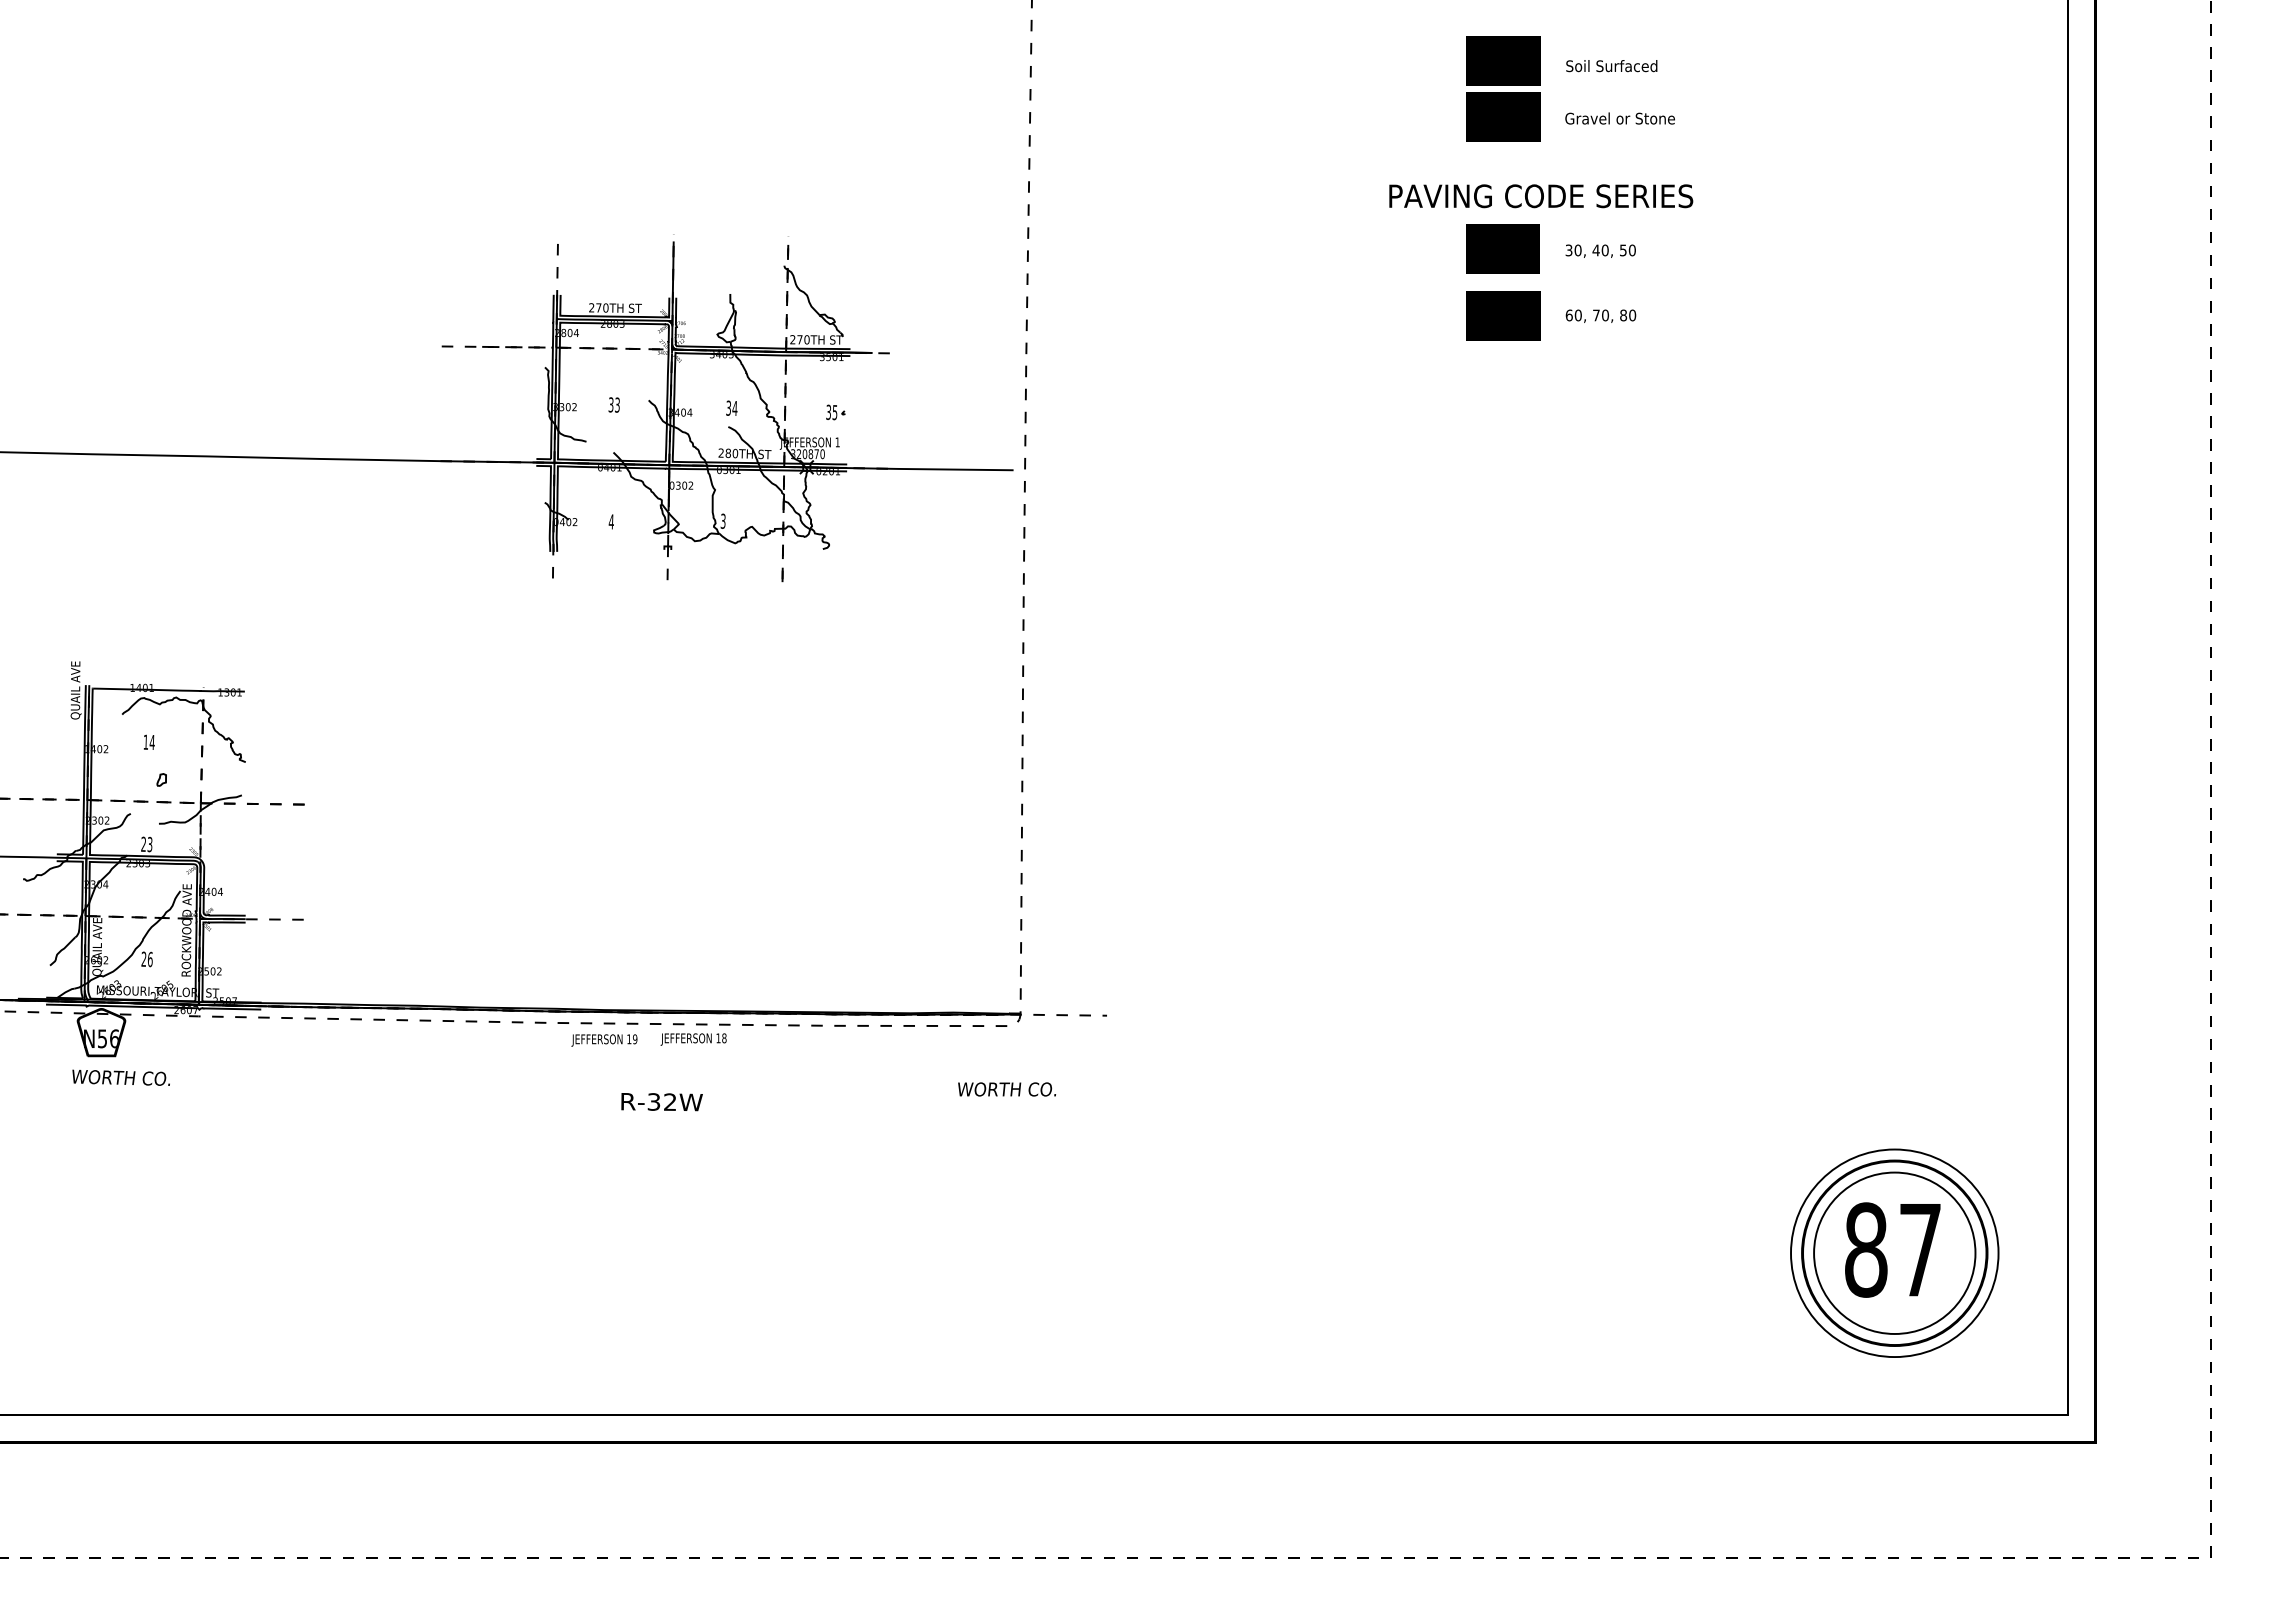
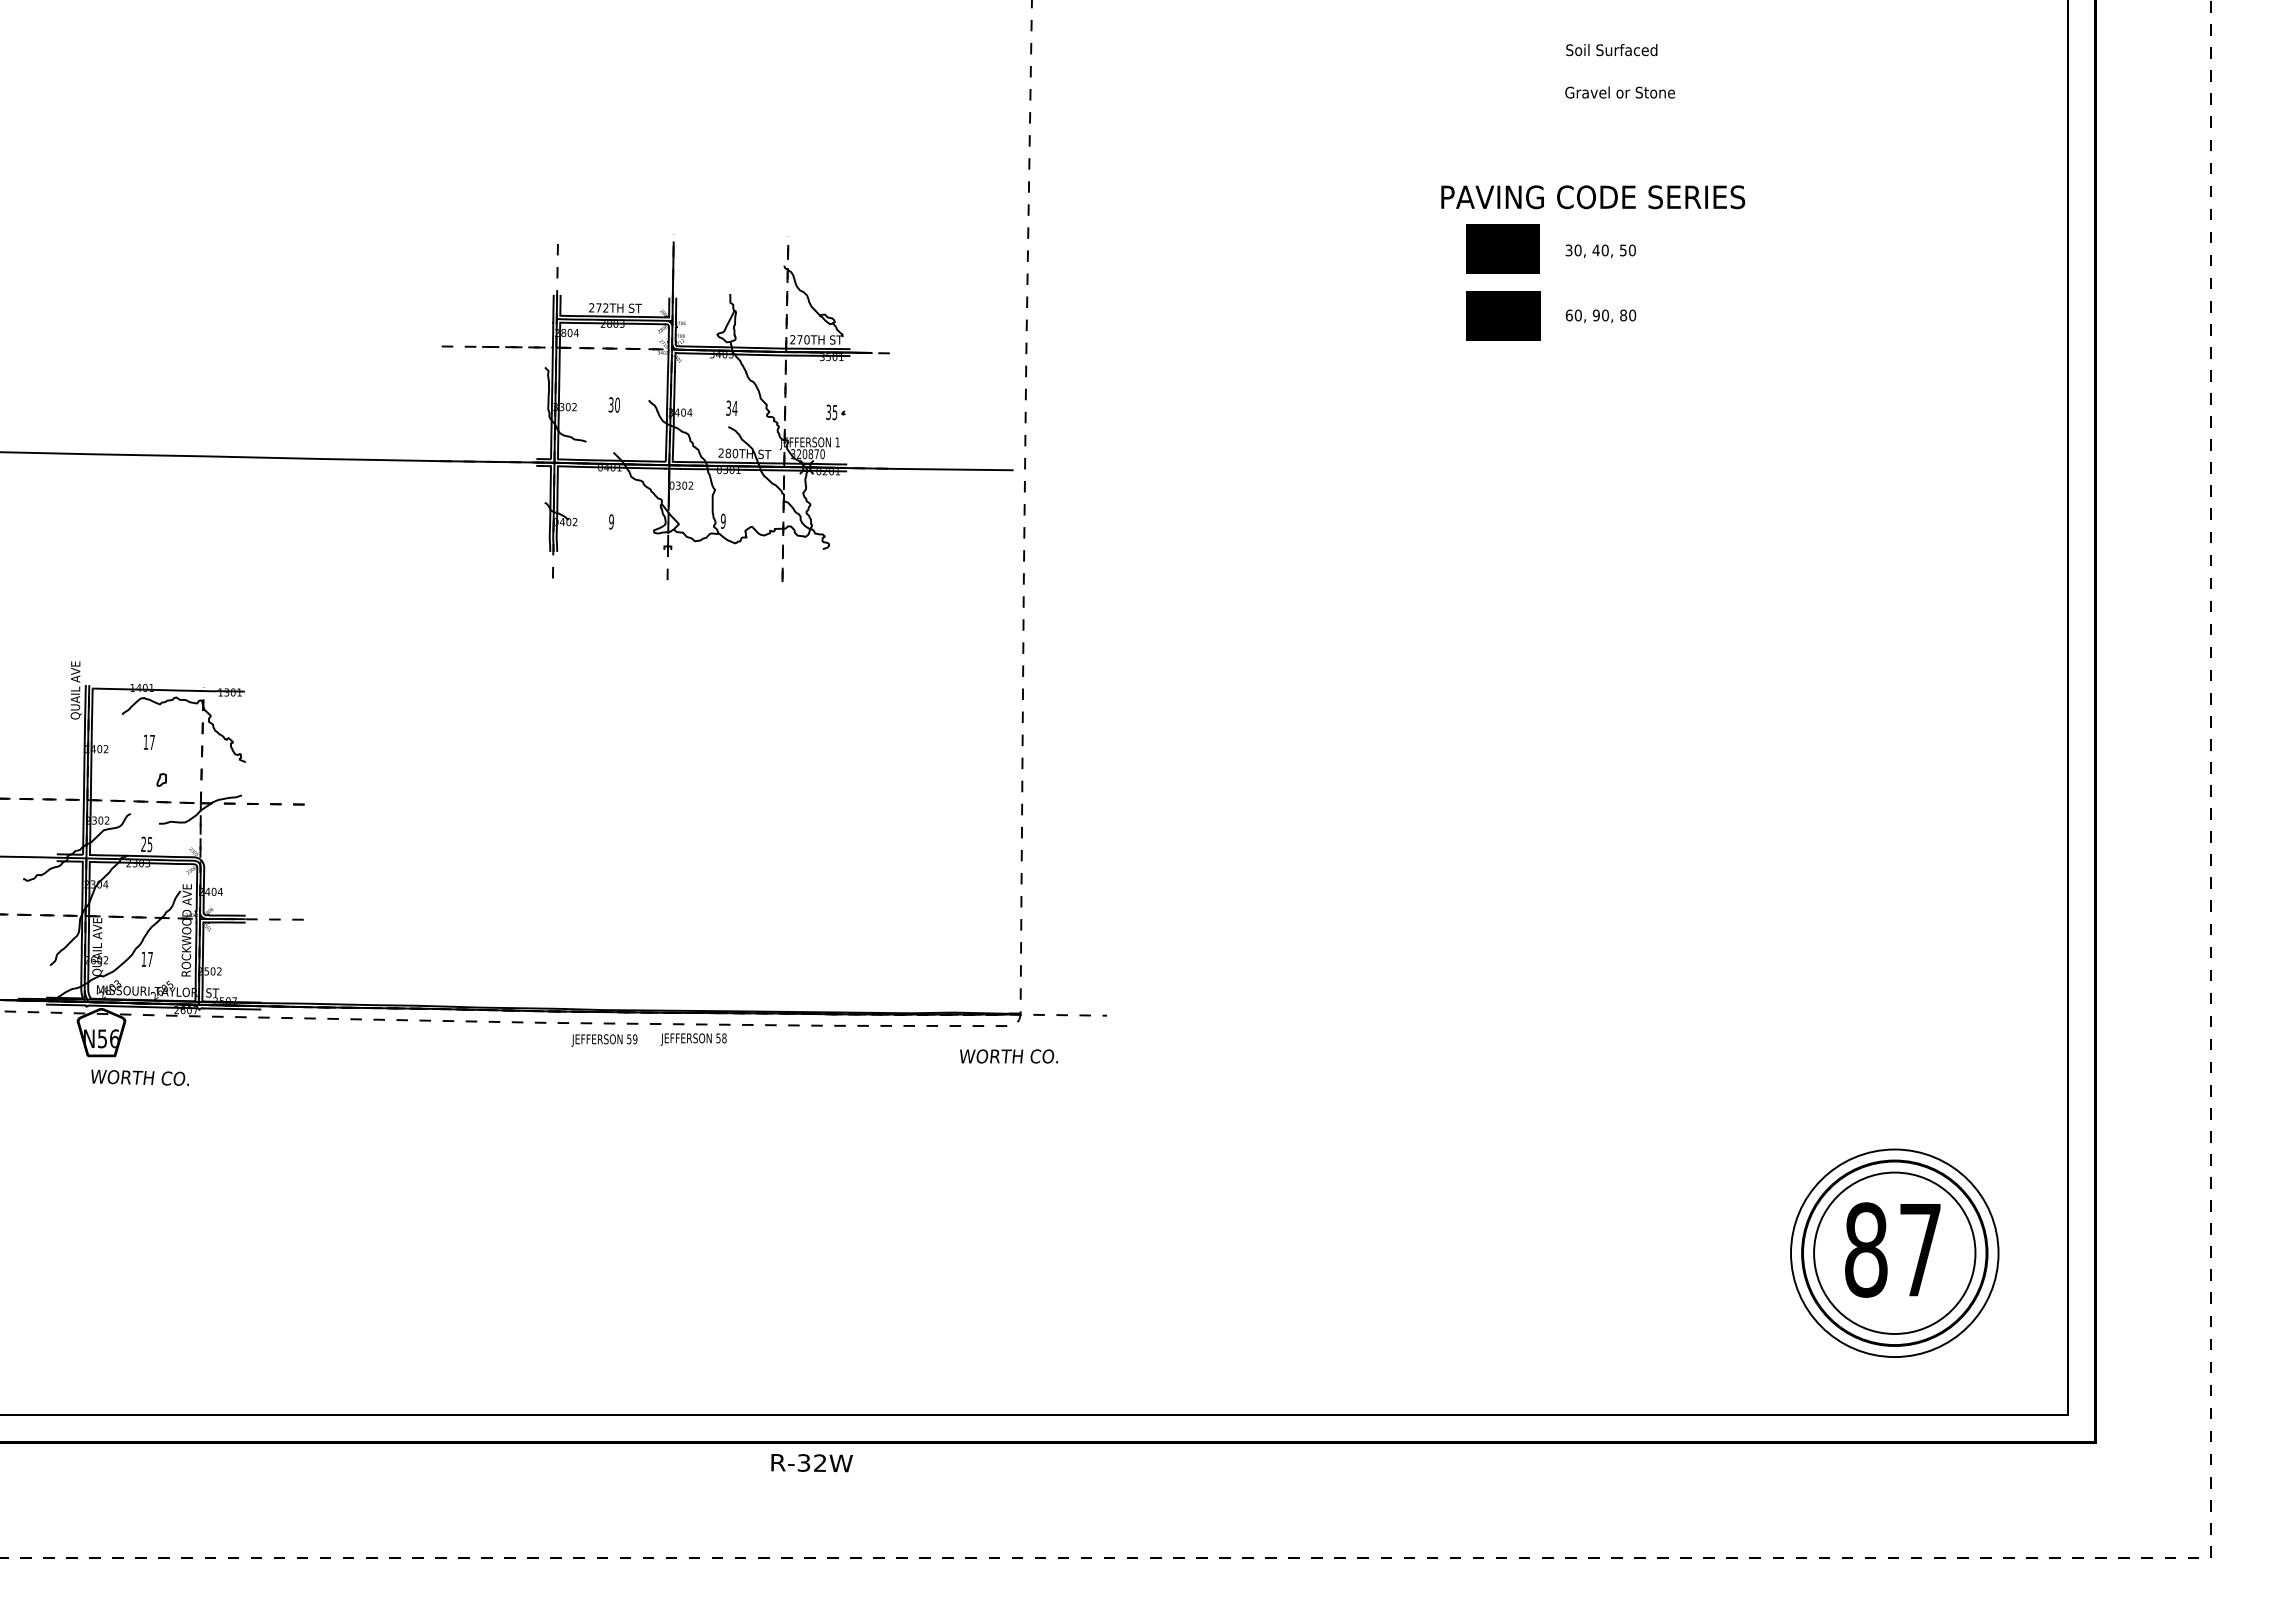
text at (1611, 66) position: (1611, 66) -> (1611, 50)
part at (1503, 88): present -> none
text at (1619, 118) position: (1619, 118) -> (1619, 92)
text at (1541, 196) position: (1541, 196) -> (1593, 197)
text at (605, 307): 270TH -> 272TH
text at (1595, 315): 70, -> 90,
text at (617, 404): 33 -> 30
text at (722, 520): 3 -> 9
text at (610, 521): 4 -> 9
text at (151, 742): 14 -> 17
text at (150, 843): 23 -> 25
text at (146, 959): 26 -> 17
text at (718, 1038): 18 -> 58
text at (629, 1039): 19 -> 59
text at (120, 1077) position: (120, 1077) -> (139, 1077)
text at (1006, 1089) position: (1006, 1089) -> (1008, 1056)
text at (661, 1102) position: (661, 1102) -> (811, 1463)
